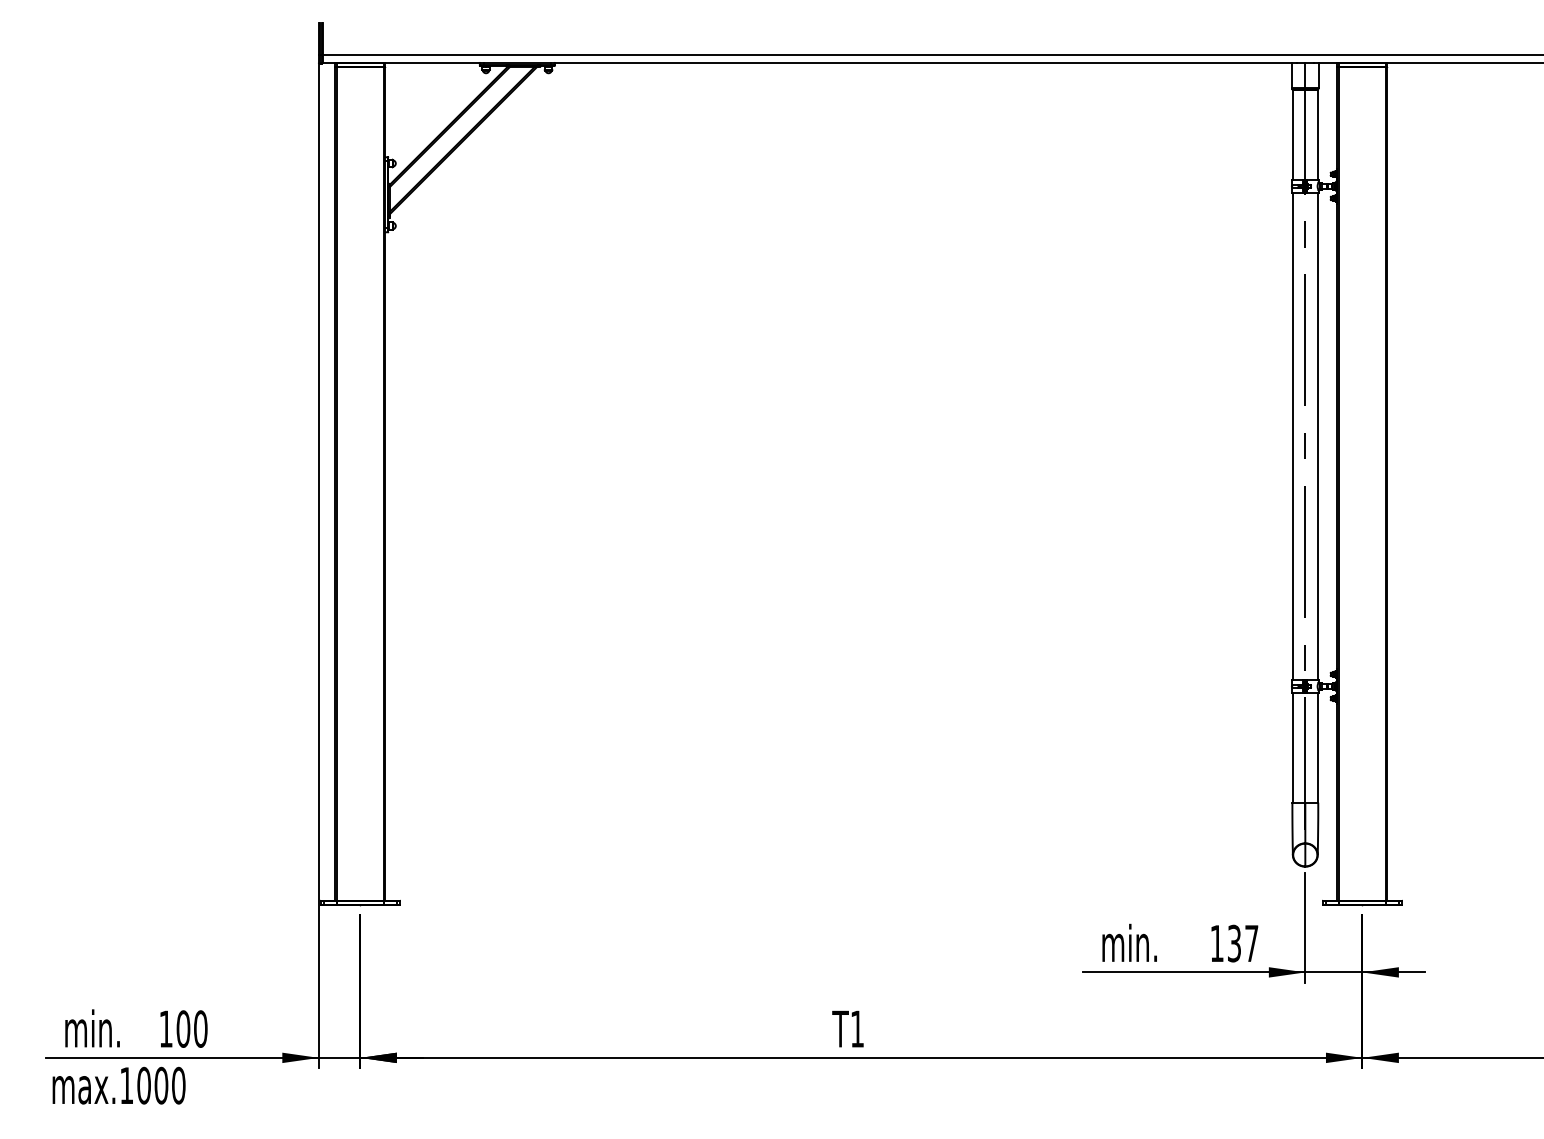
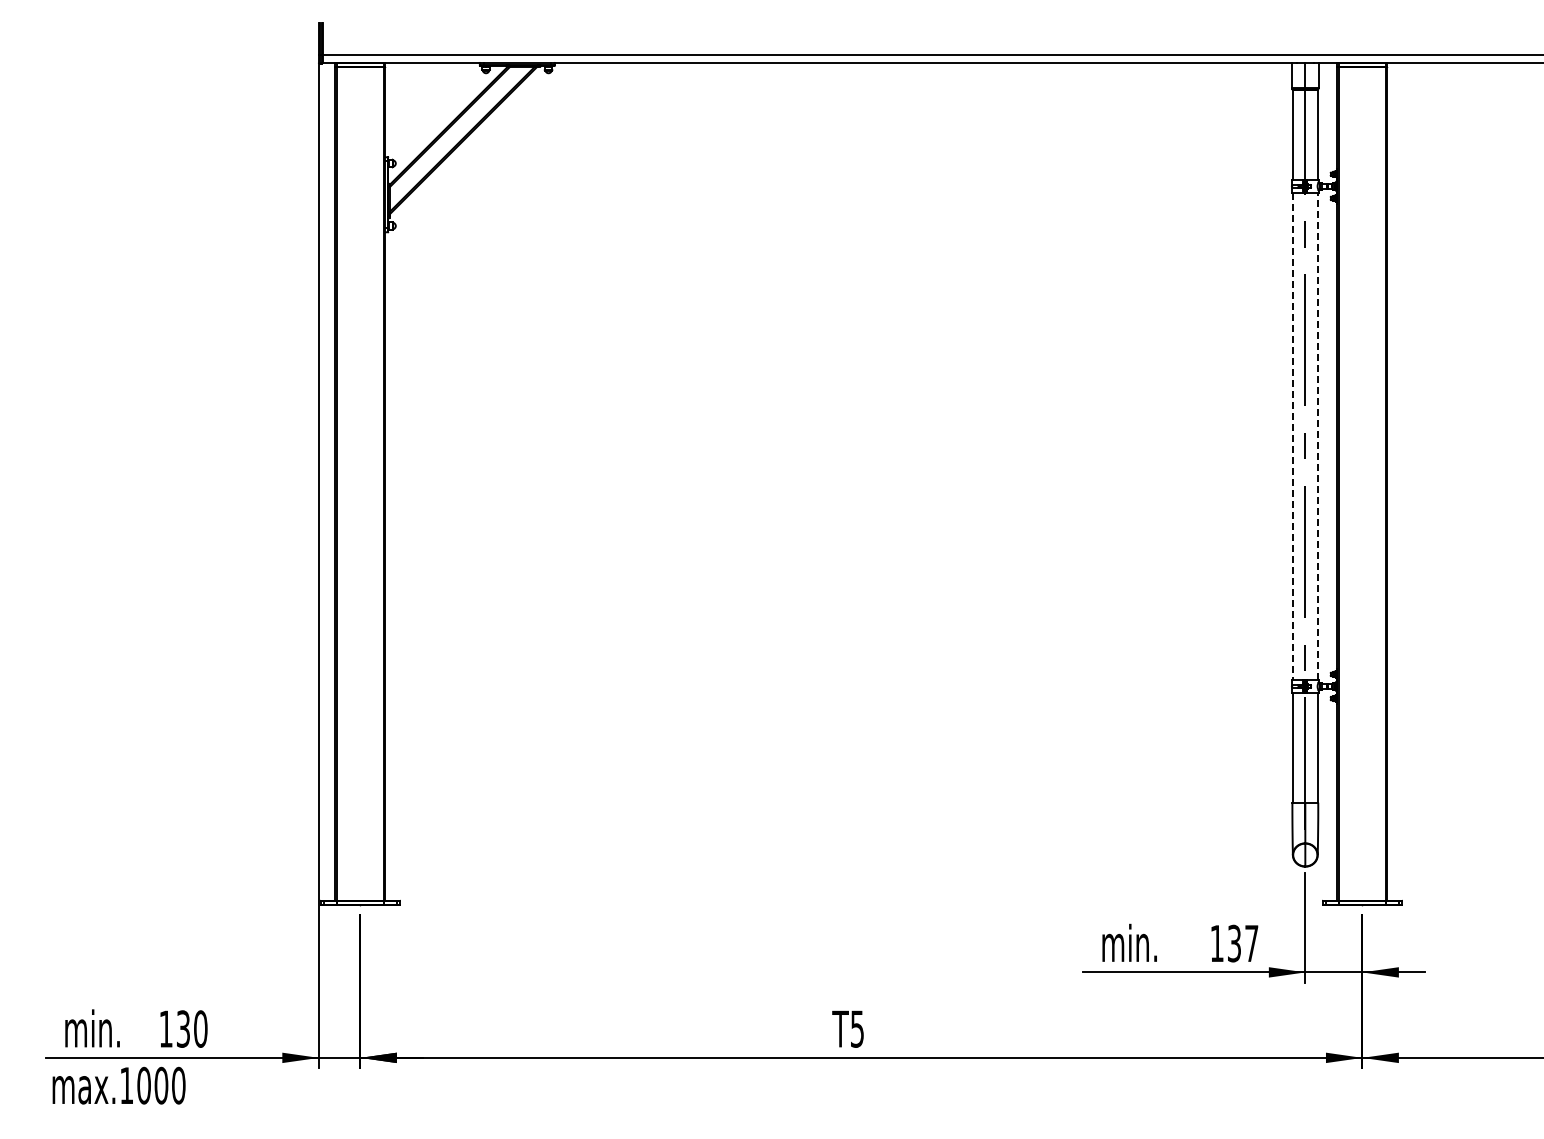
line at (1292, 436): solid -> dashed
line at (1317, 436): solid -> dashed
text at (183, 1028): 100 -> 130
text at (857, 1028): T1 -> T5
